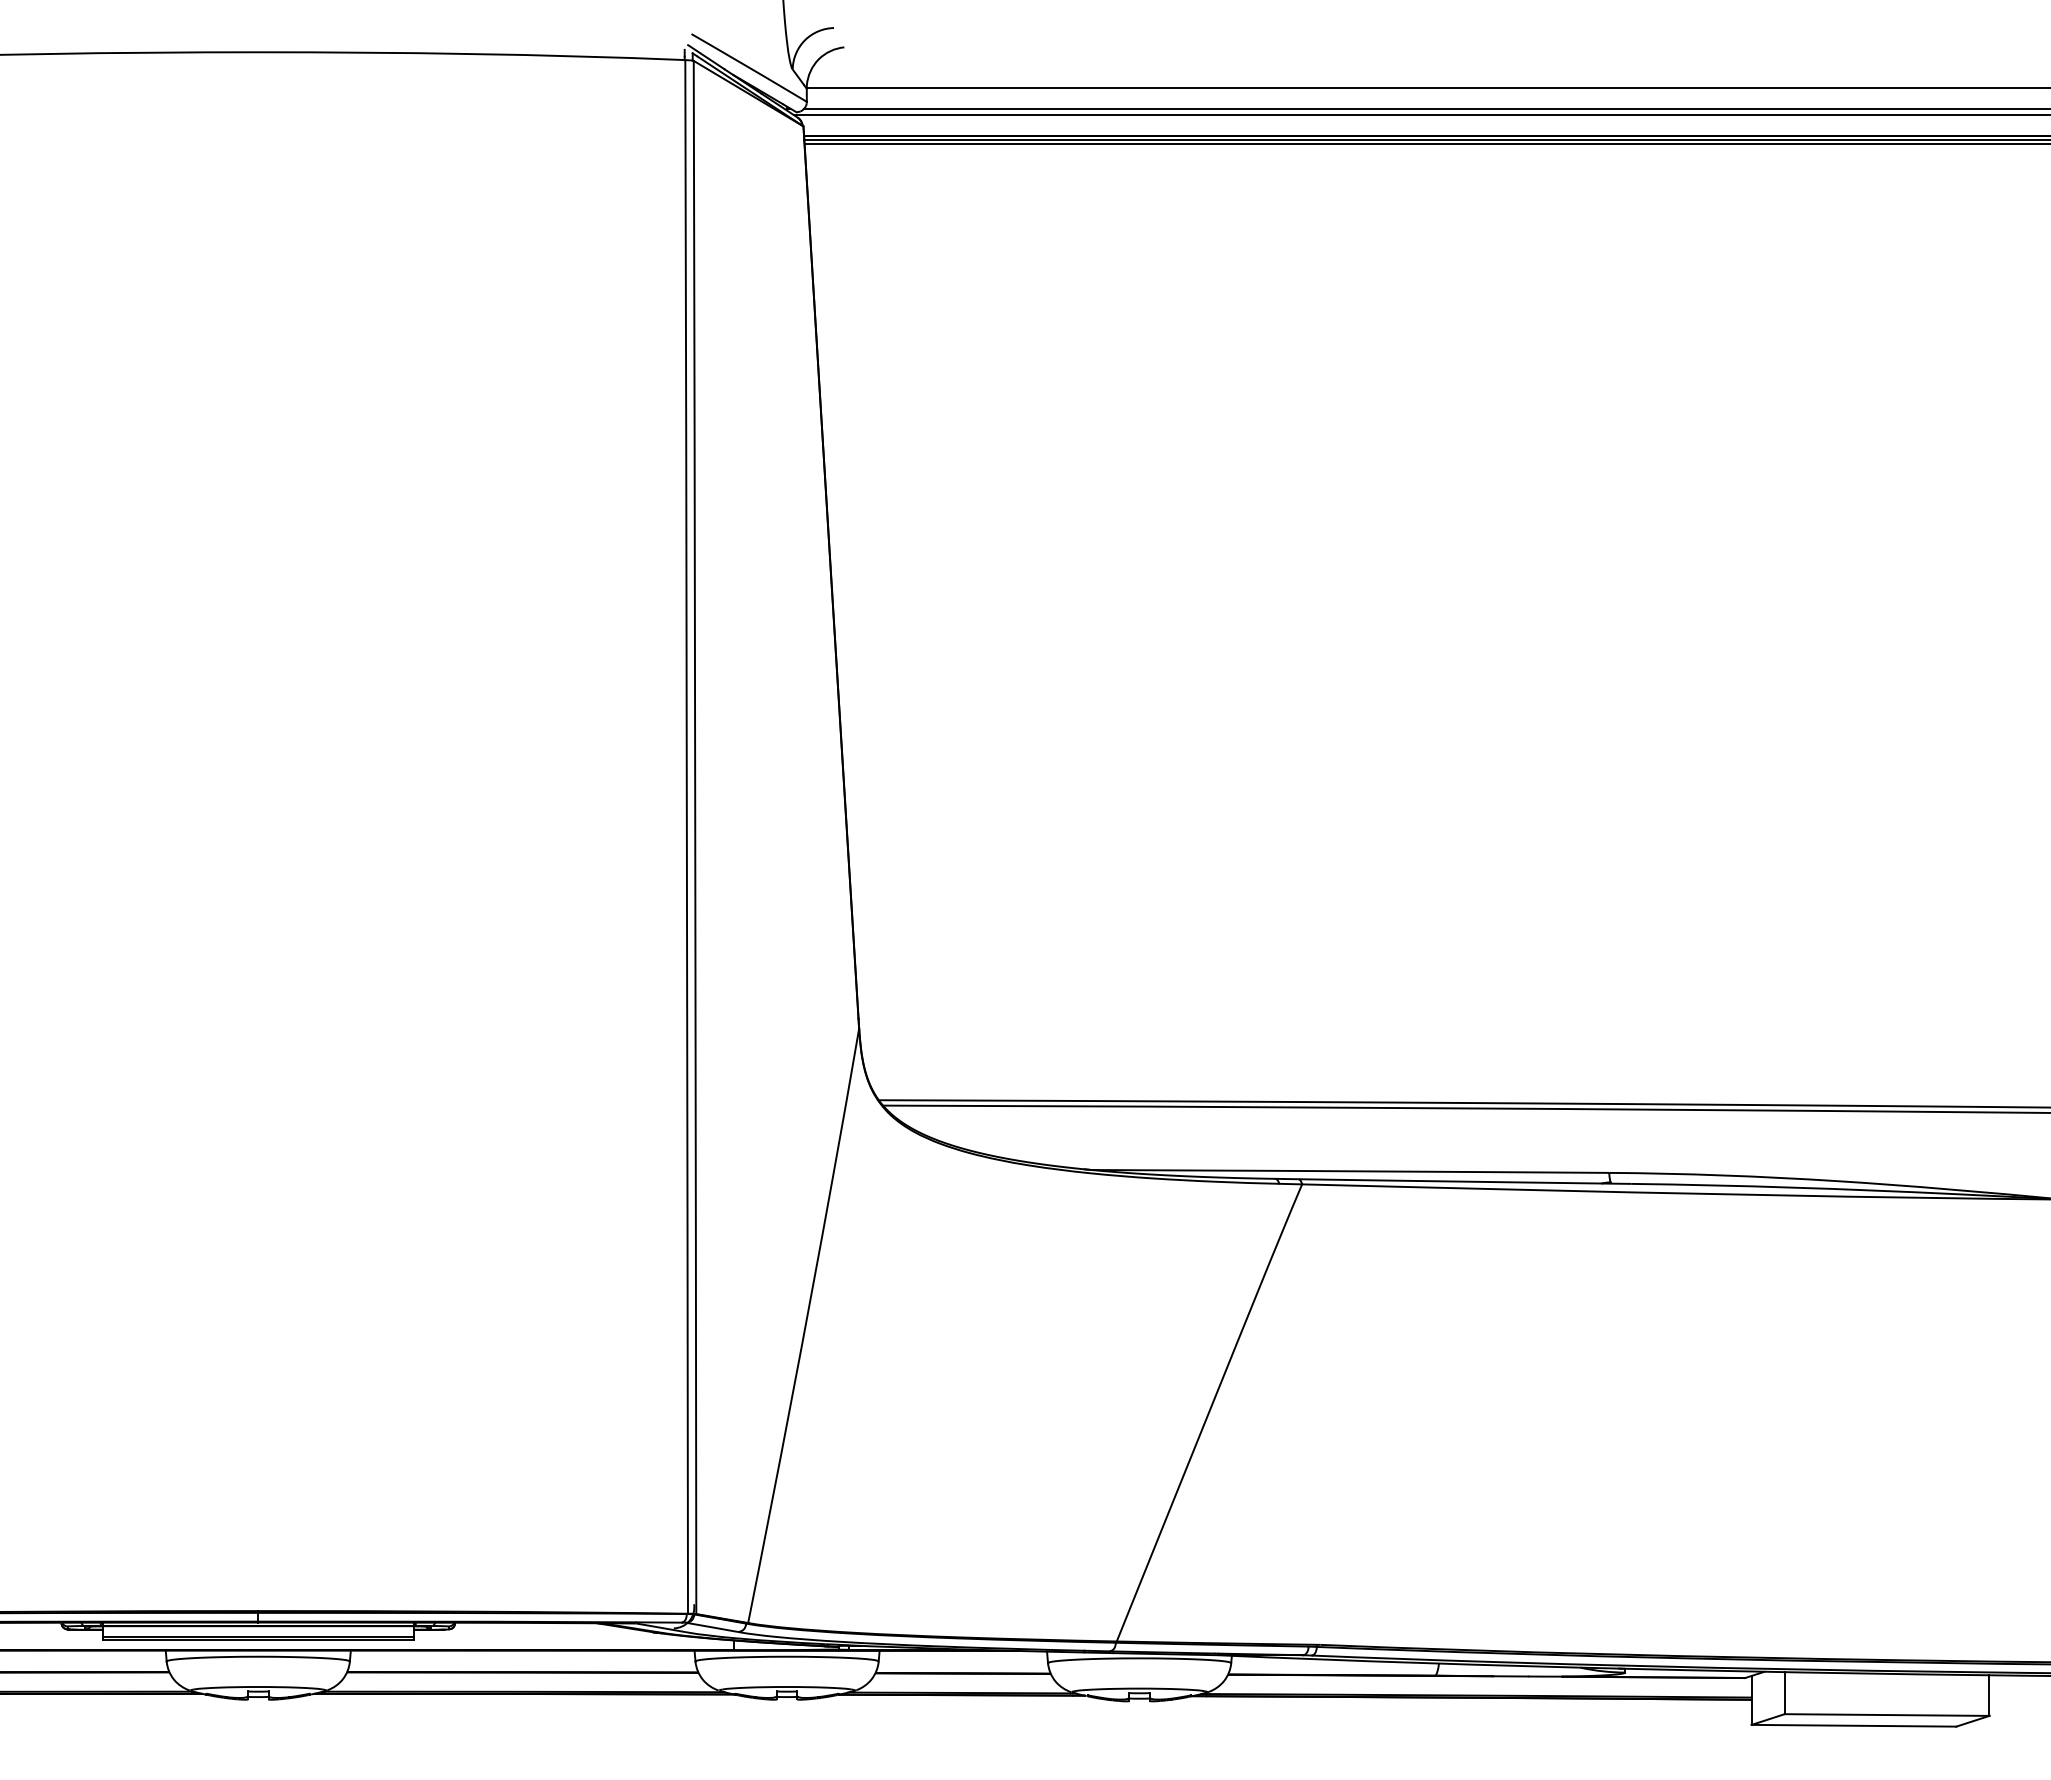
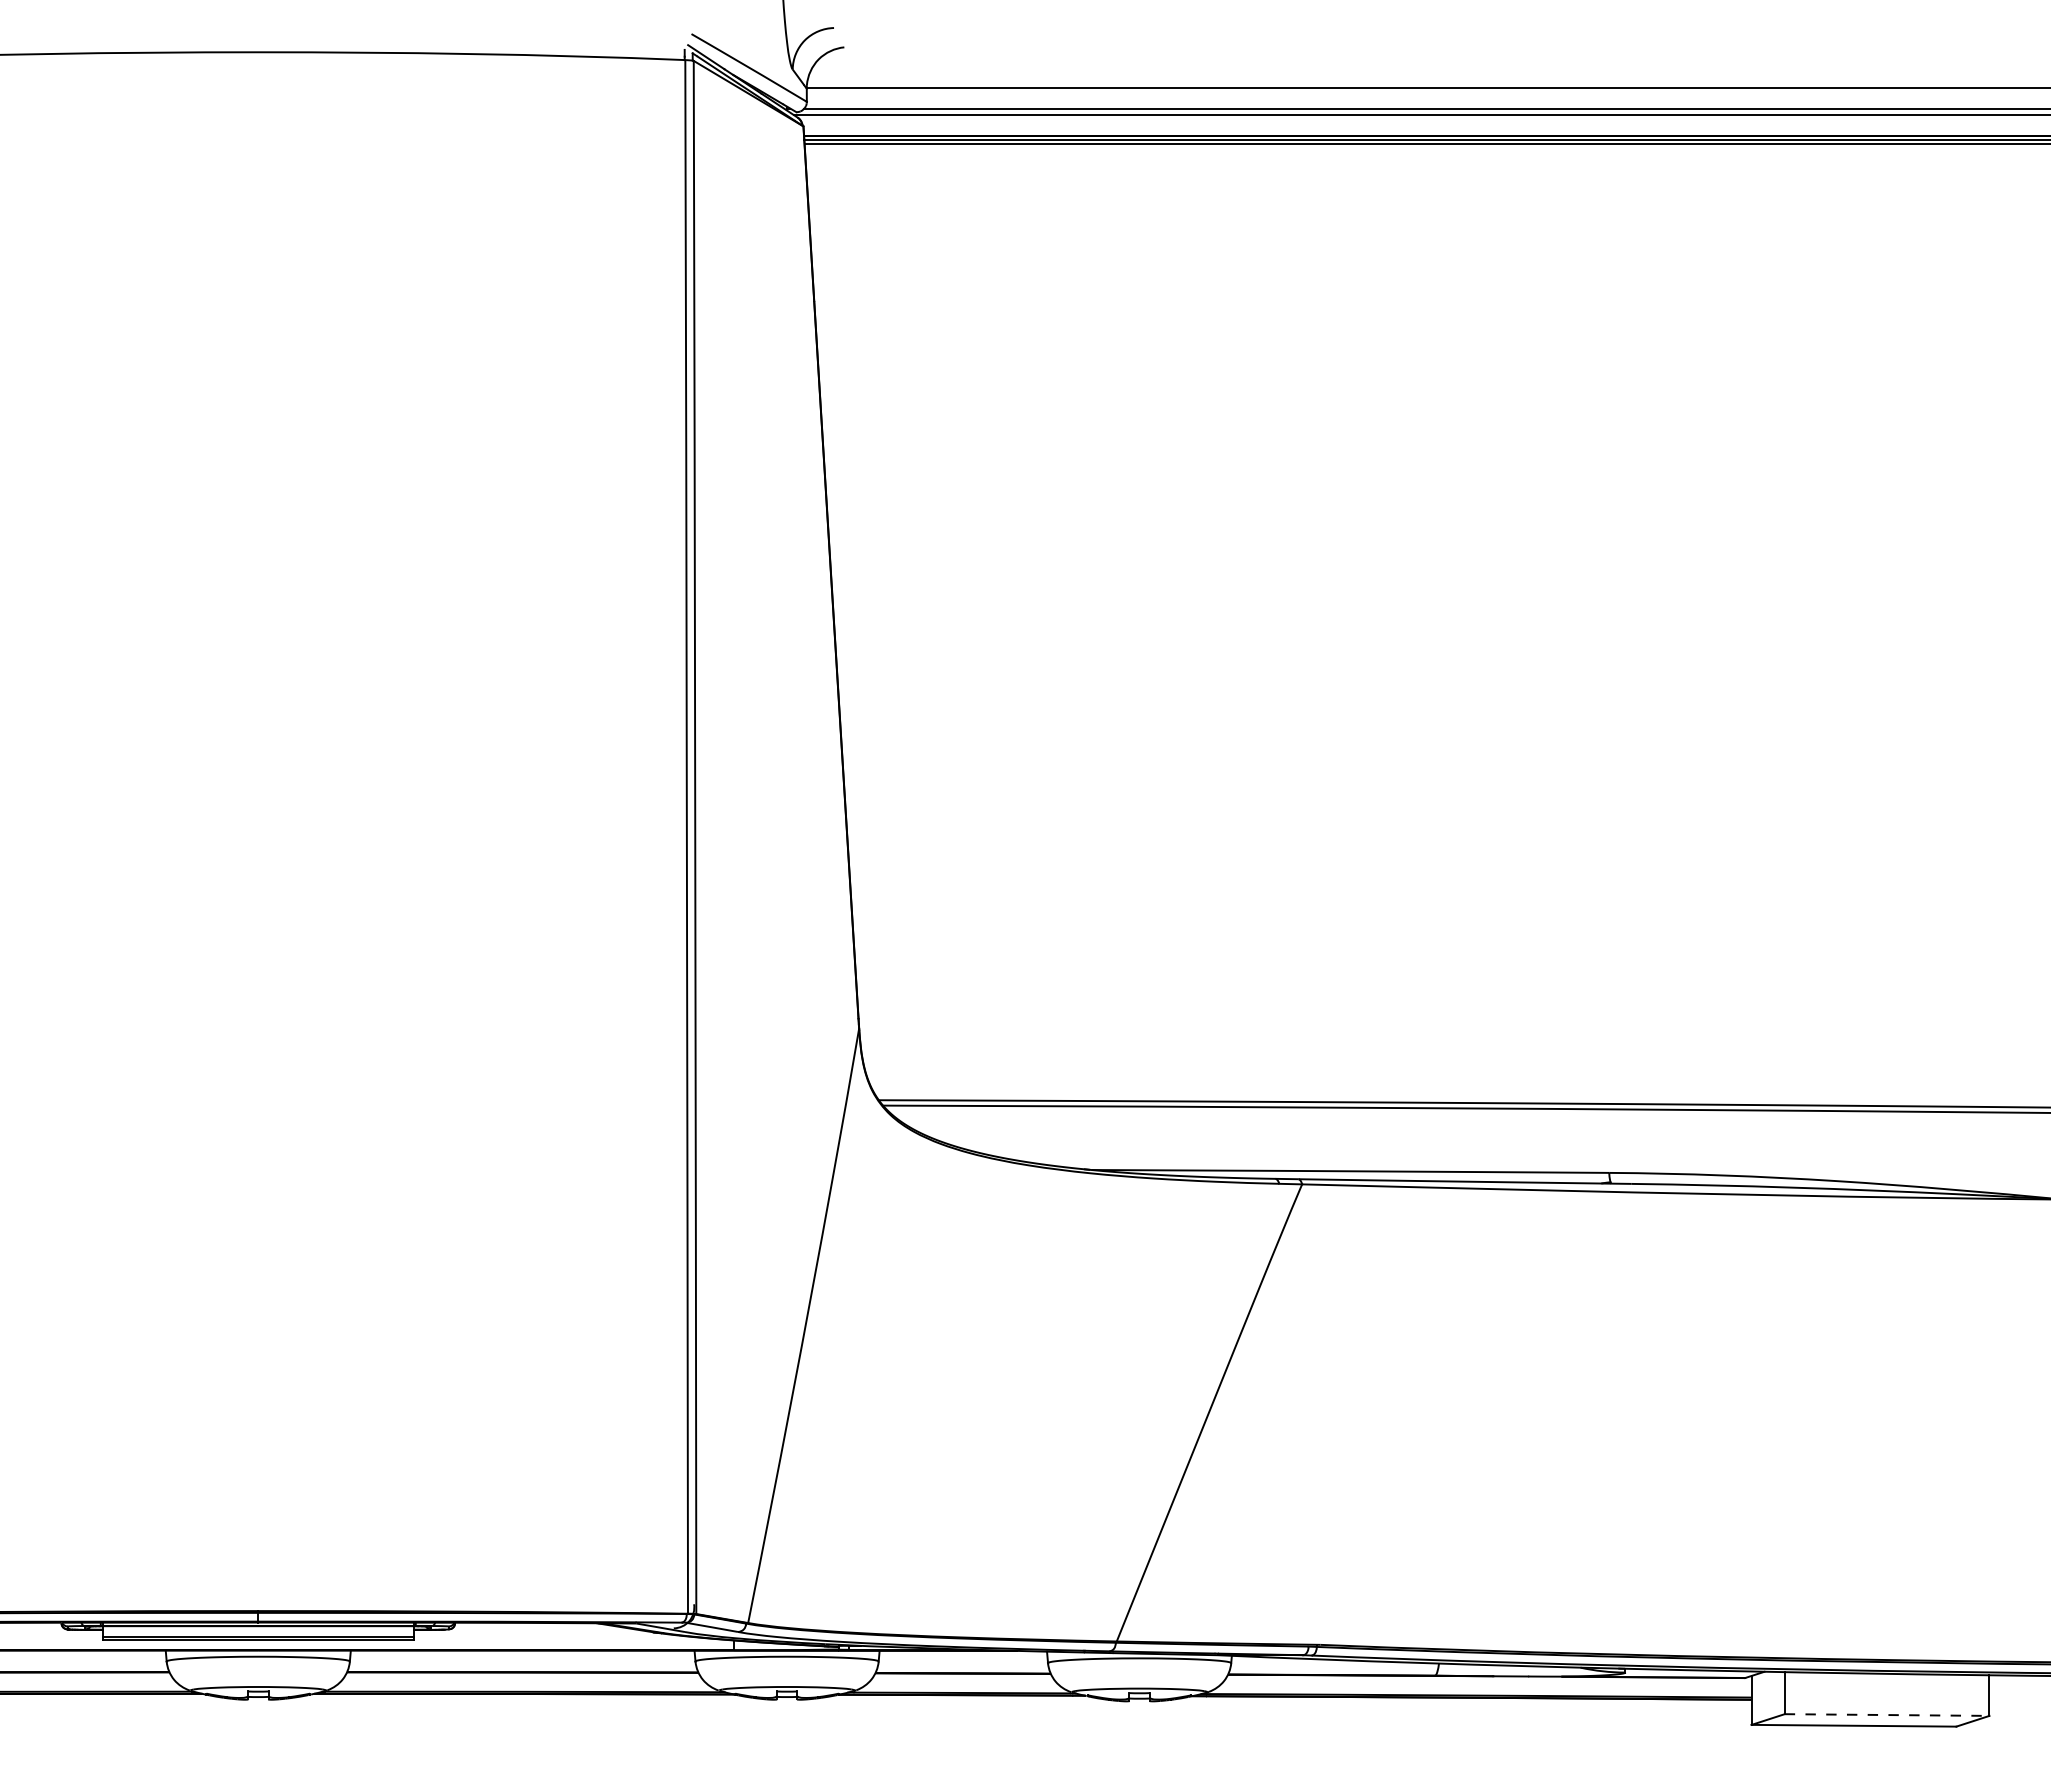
line at (1887, 1715): solid -> dashed
